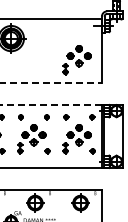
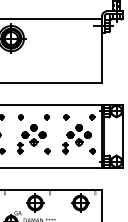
part at (76, 60): present -> none
line at (50, 83): dashed -> solid
line at (50, 104): dashed -> solid
